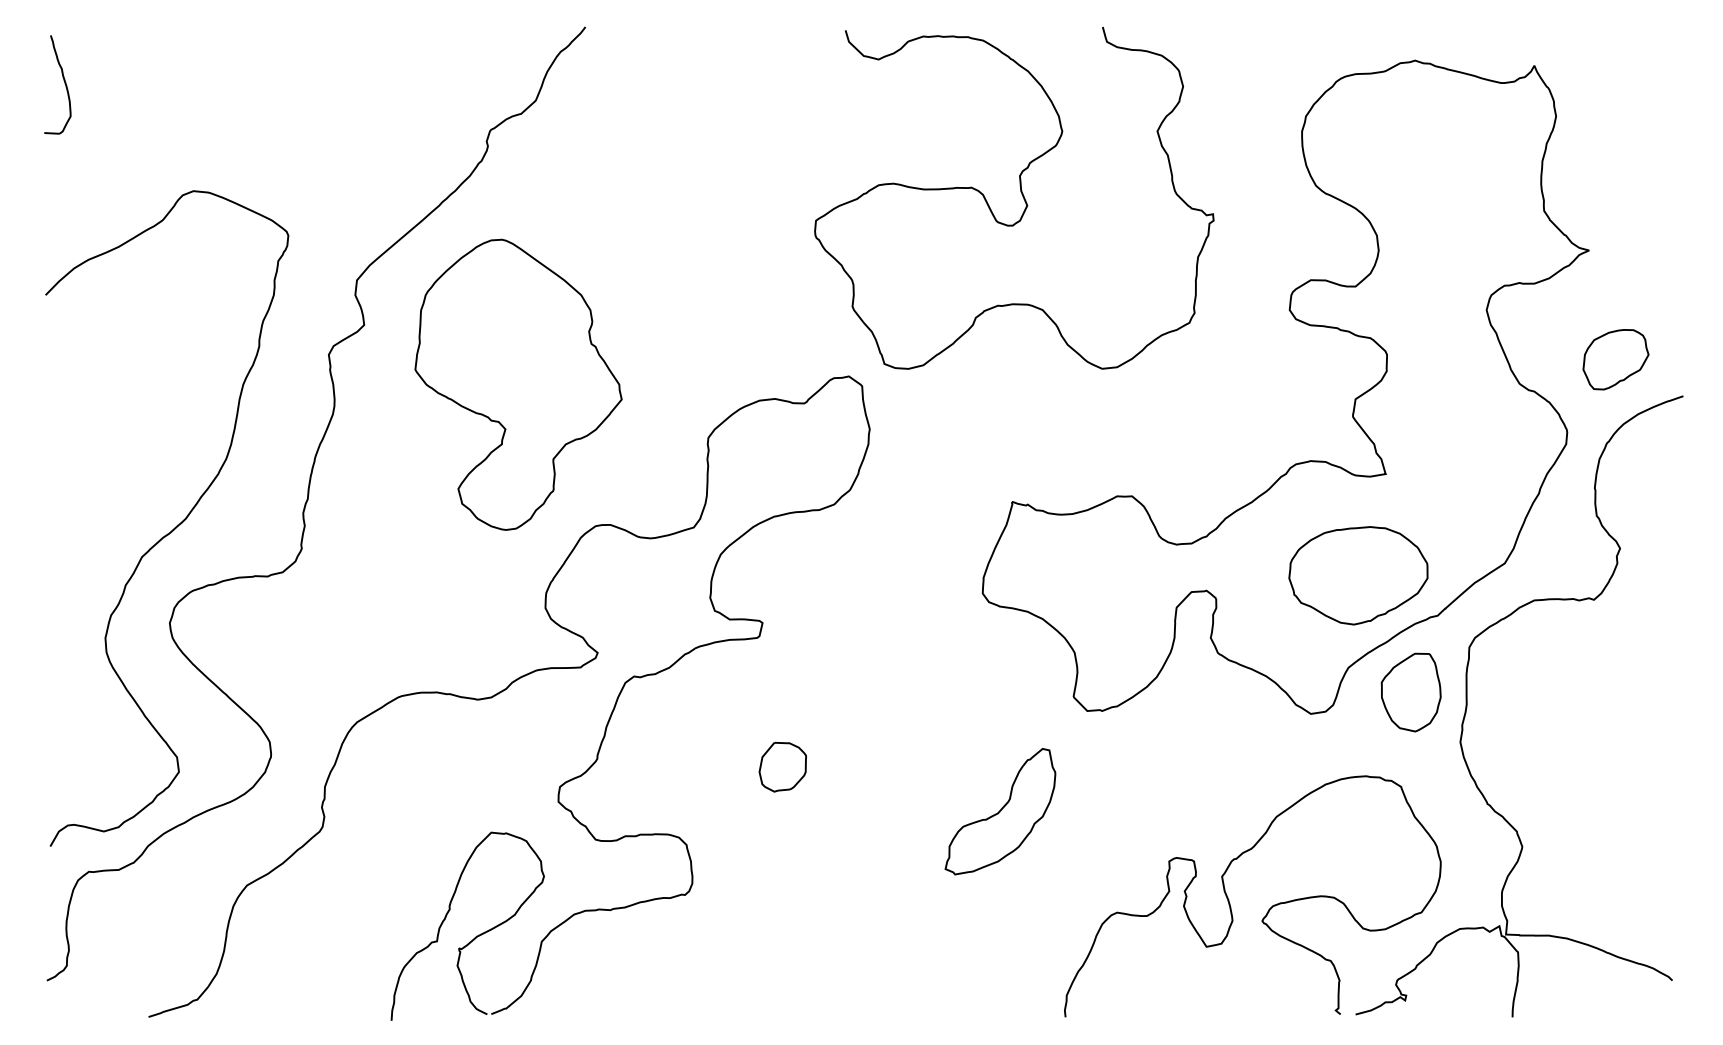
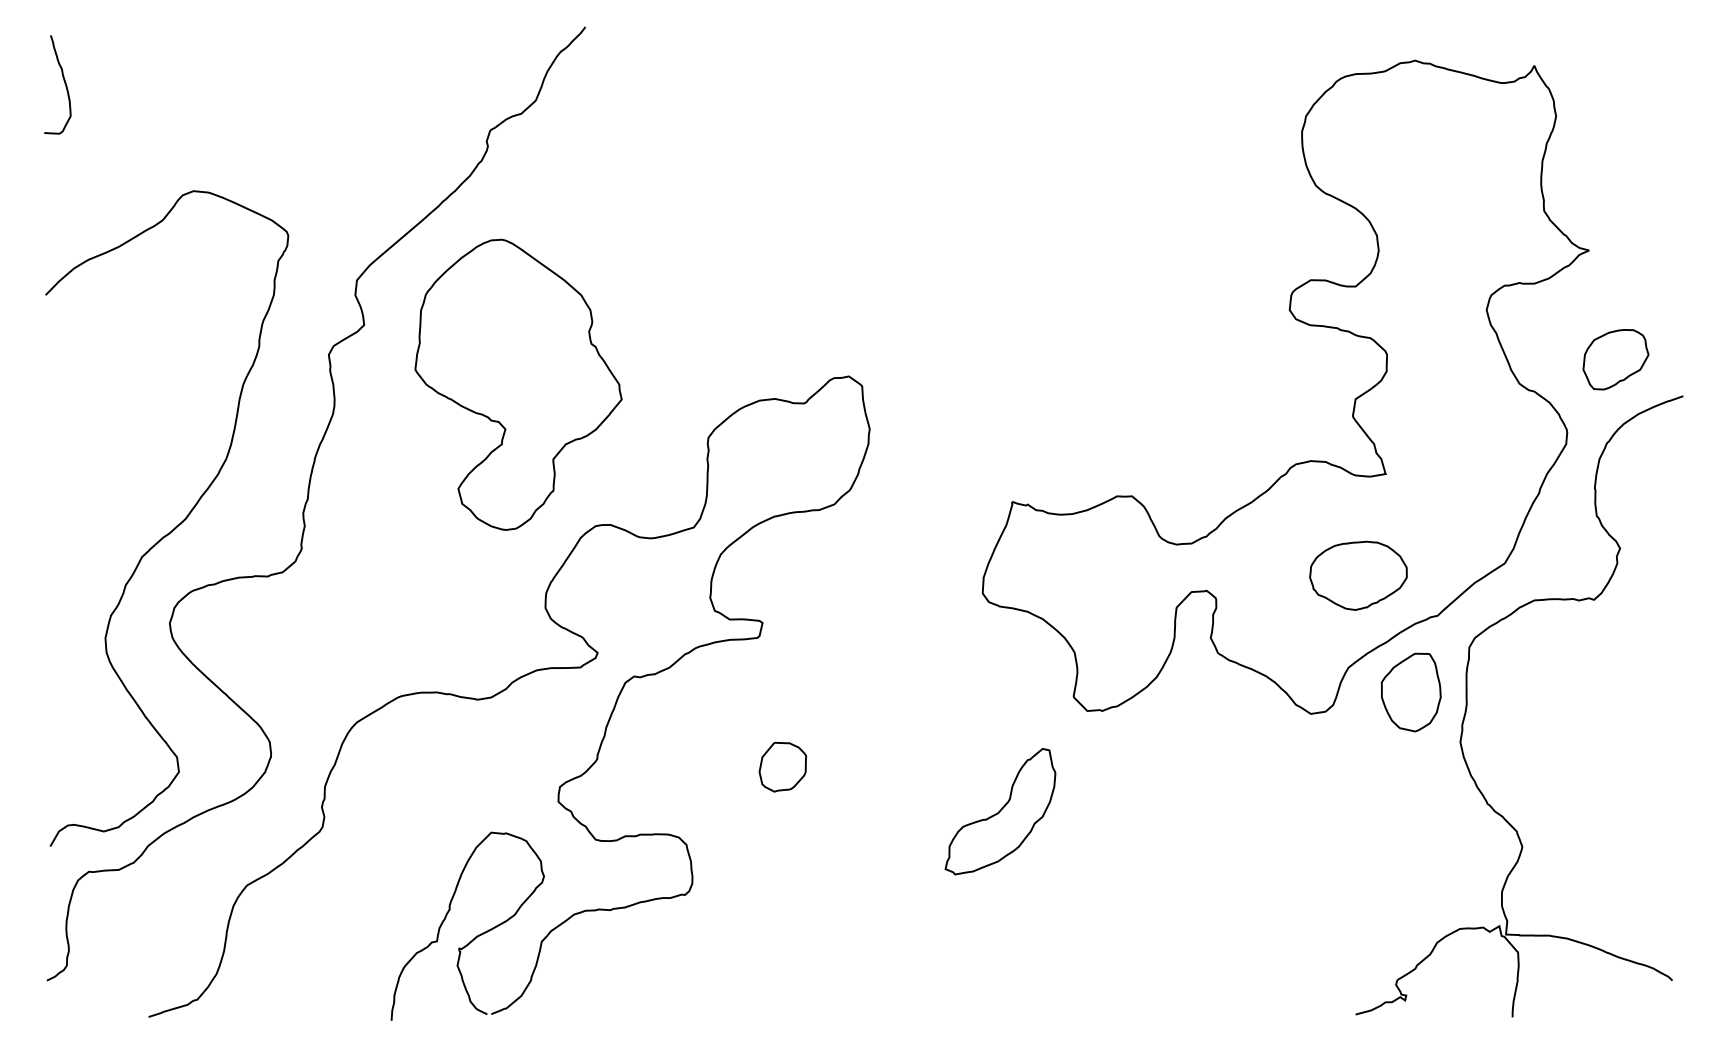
curve at (1021, 194): present -> none
part at (1358, 575) size: 141x100 px -> 99x71 px
curve at (1268, 909): present -> none
